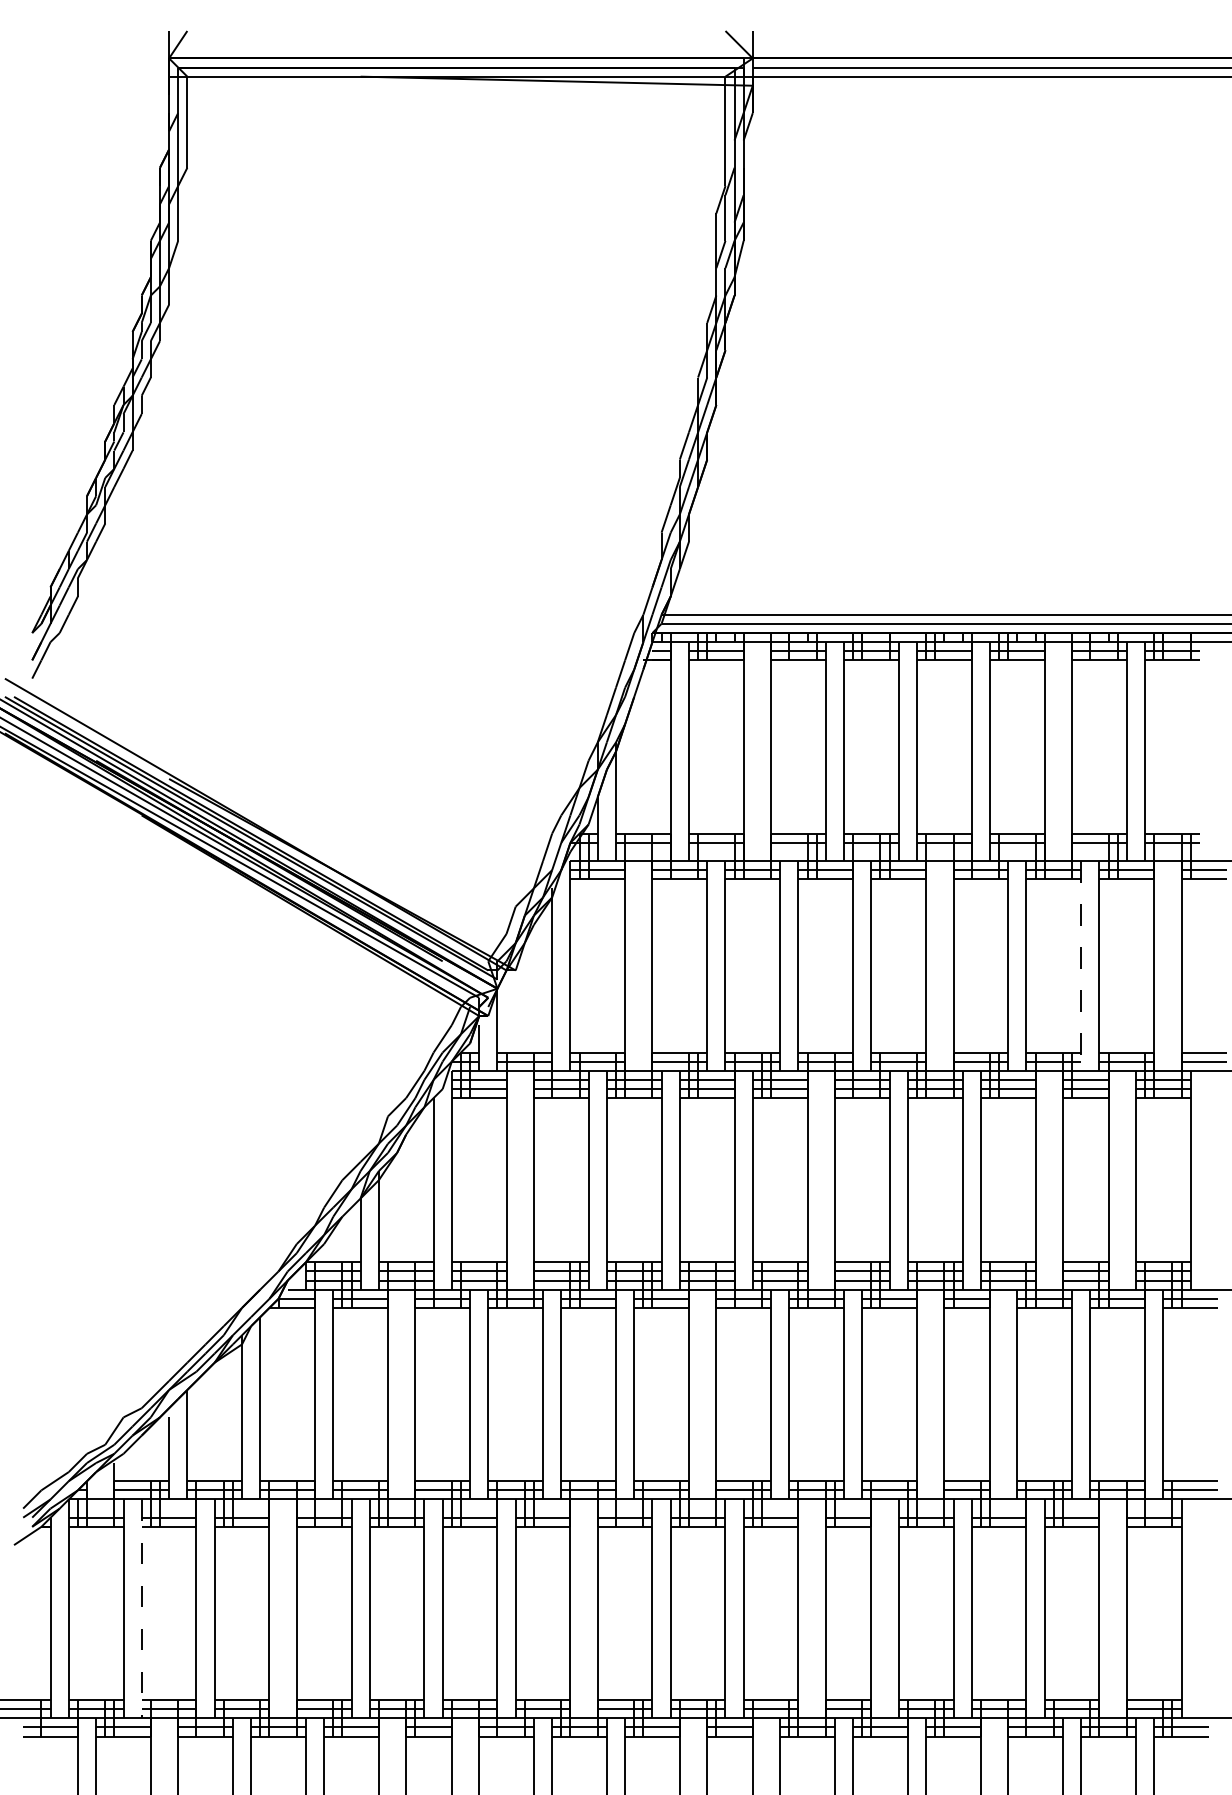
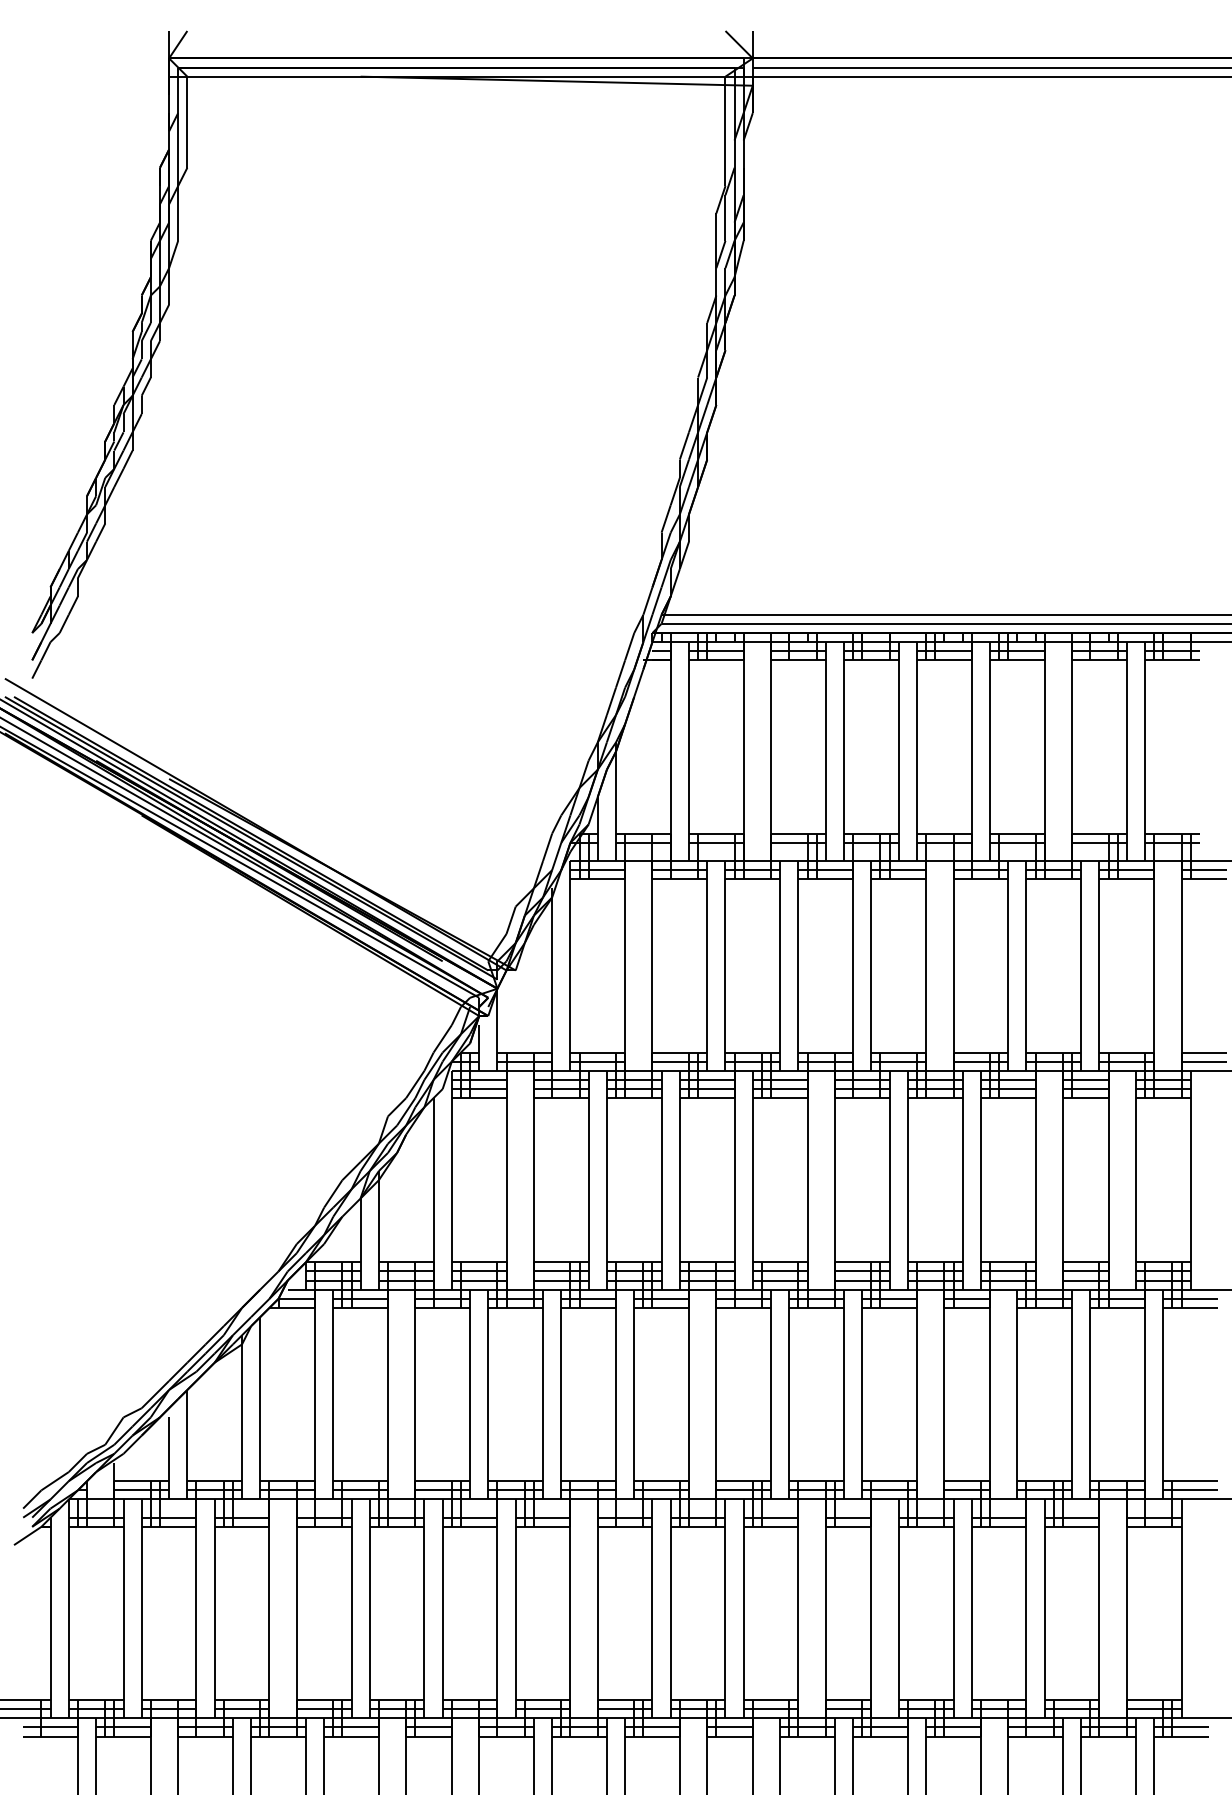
line at (1081, 965): dashed -> solid
line at (141, 1609): dashed -> solid
